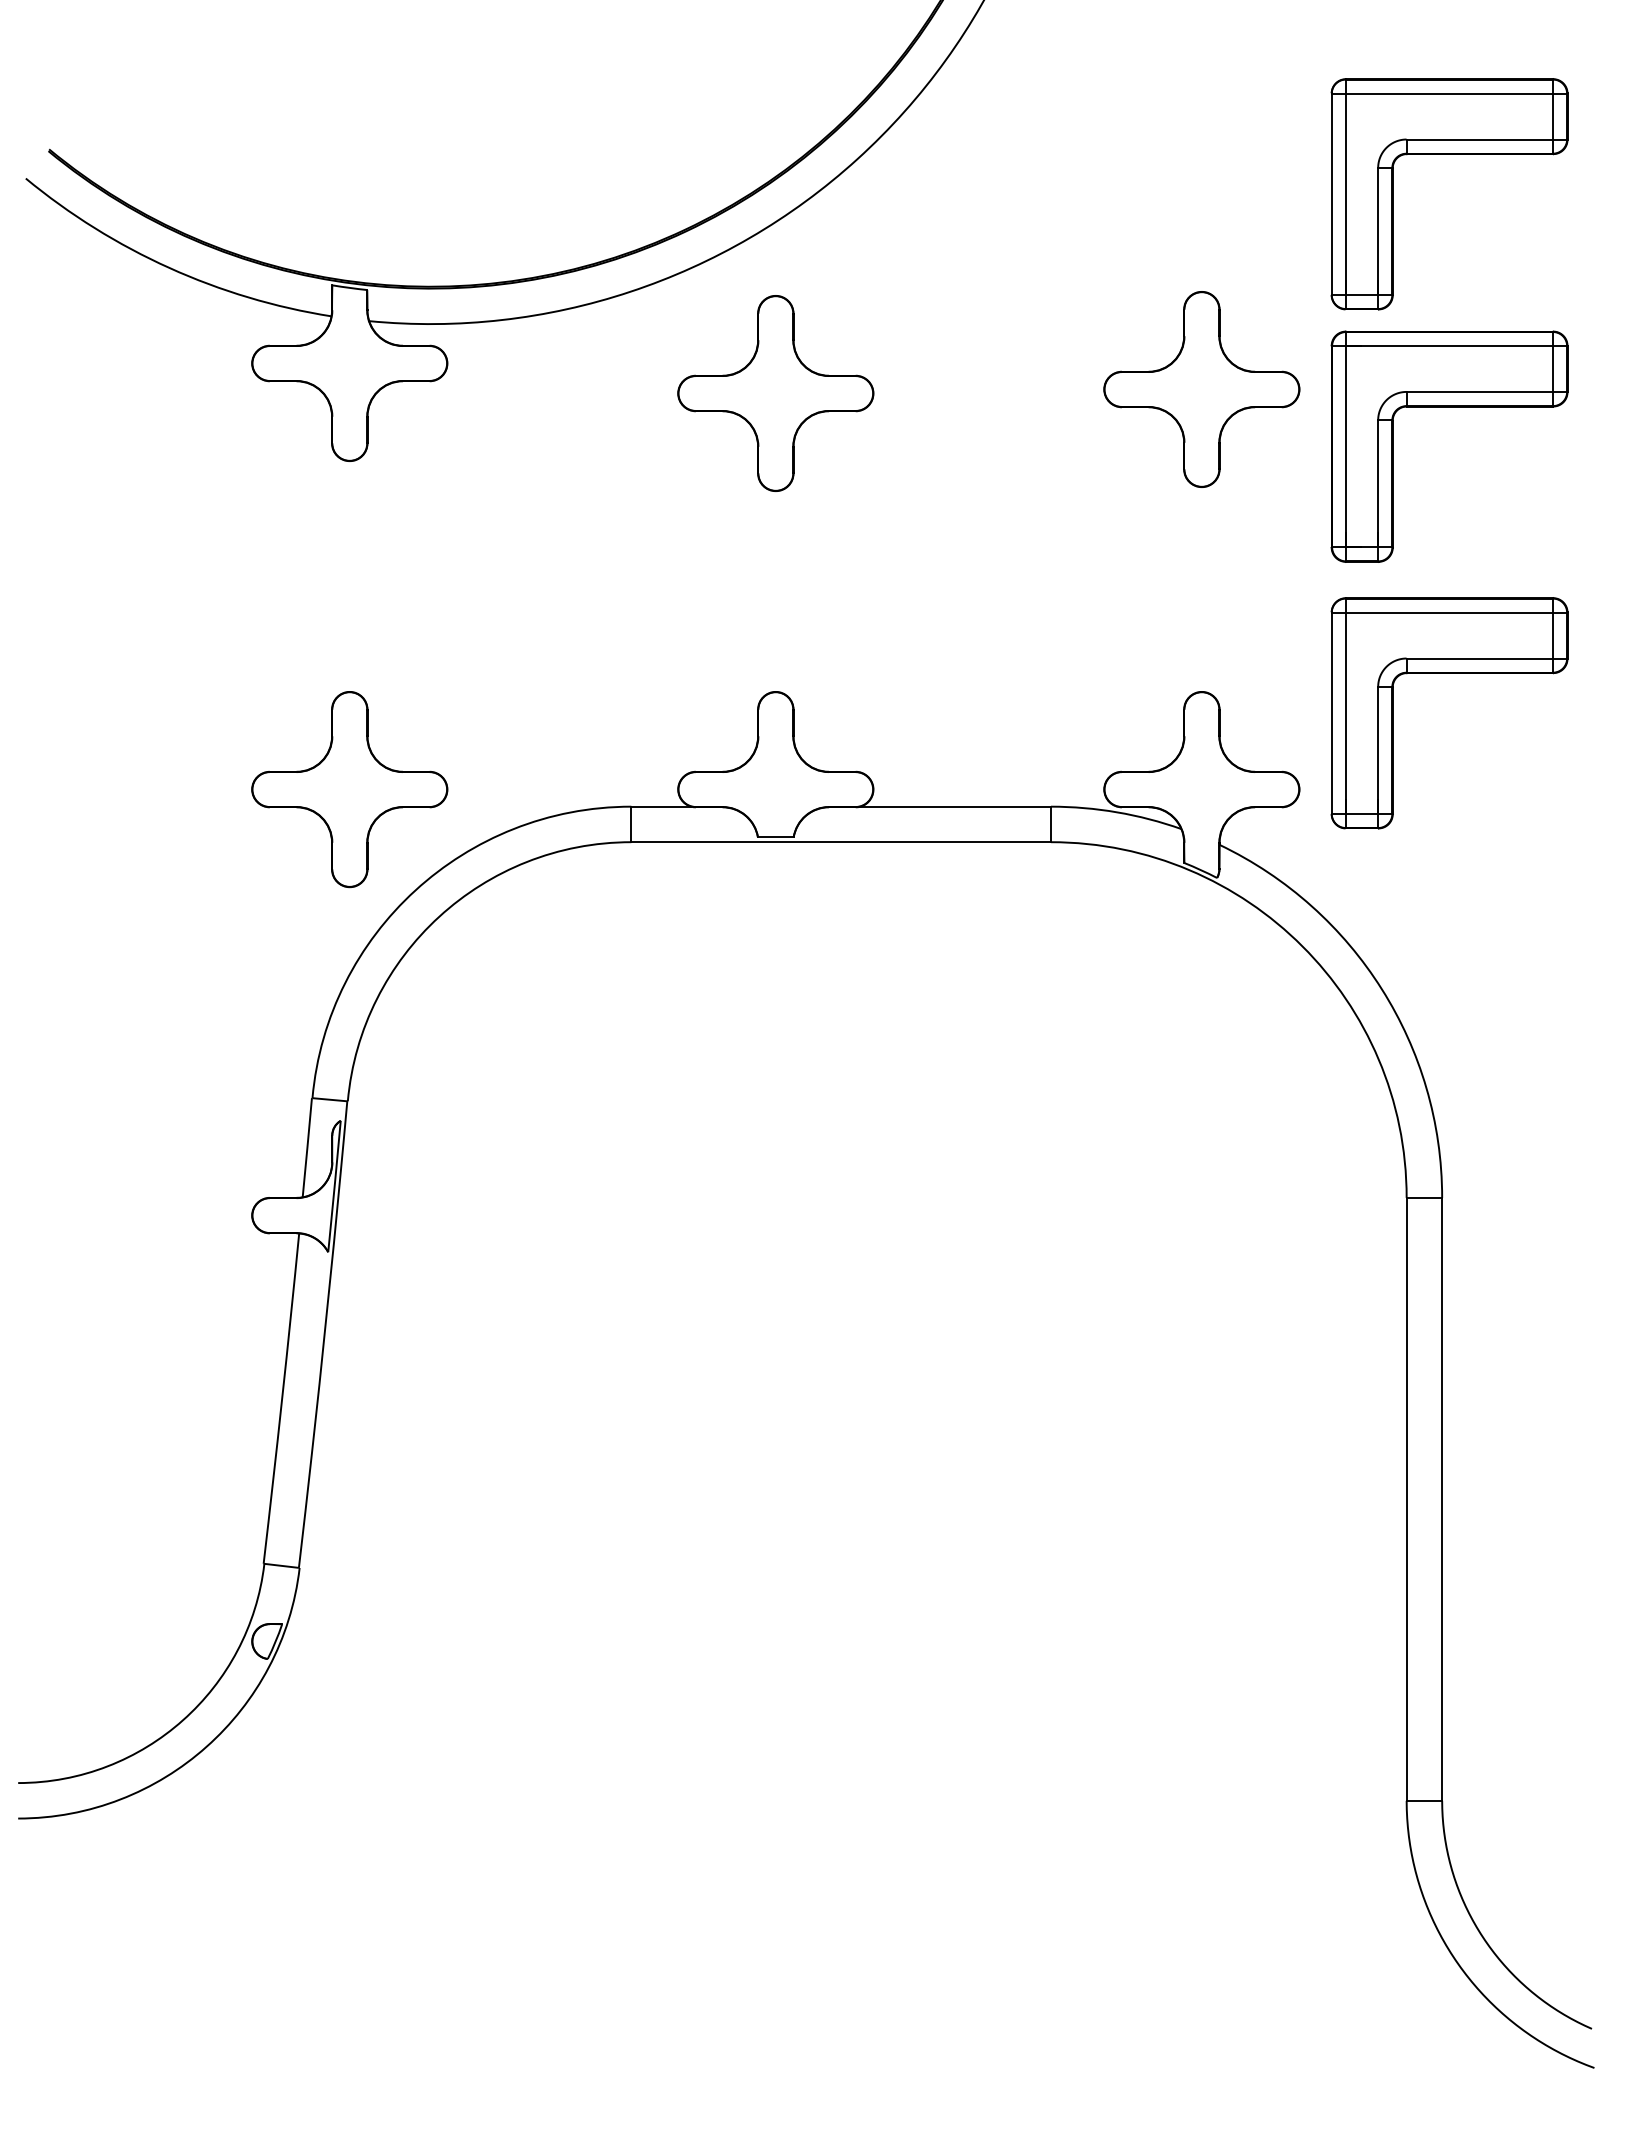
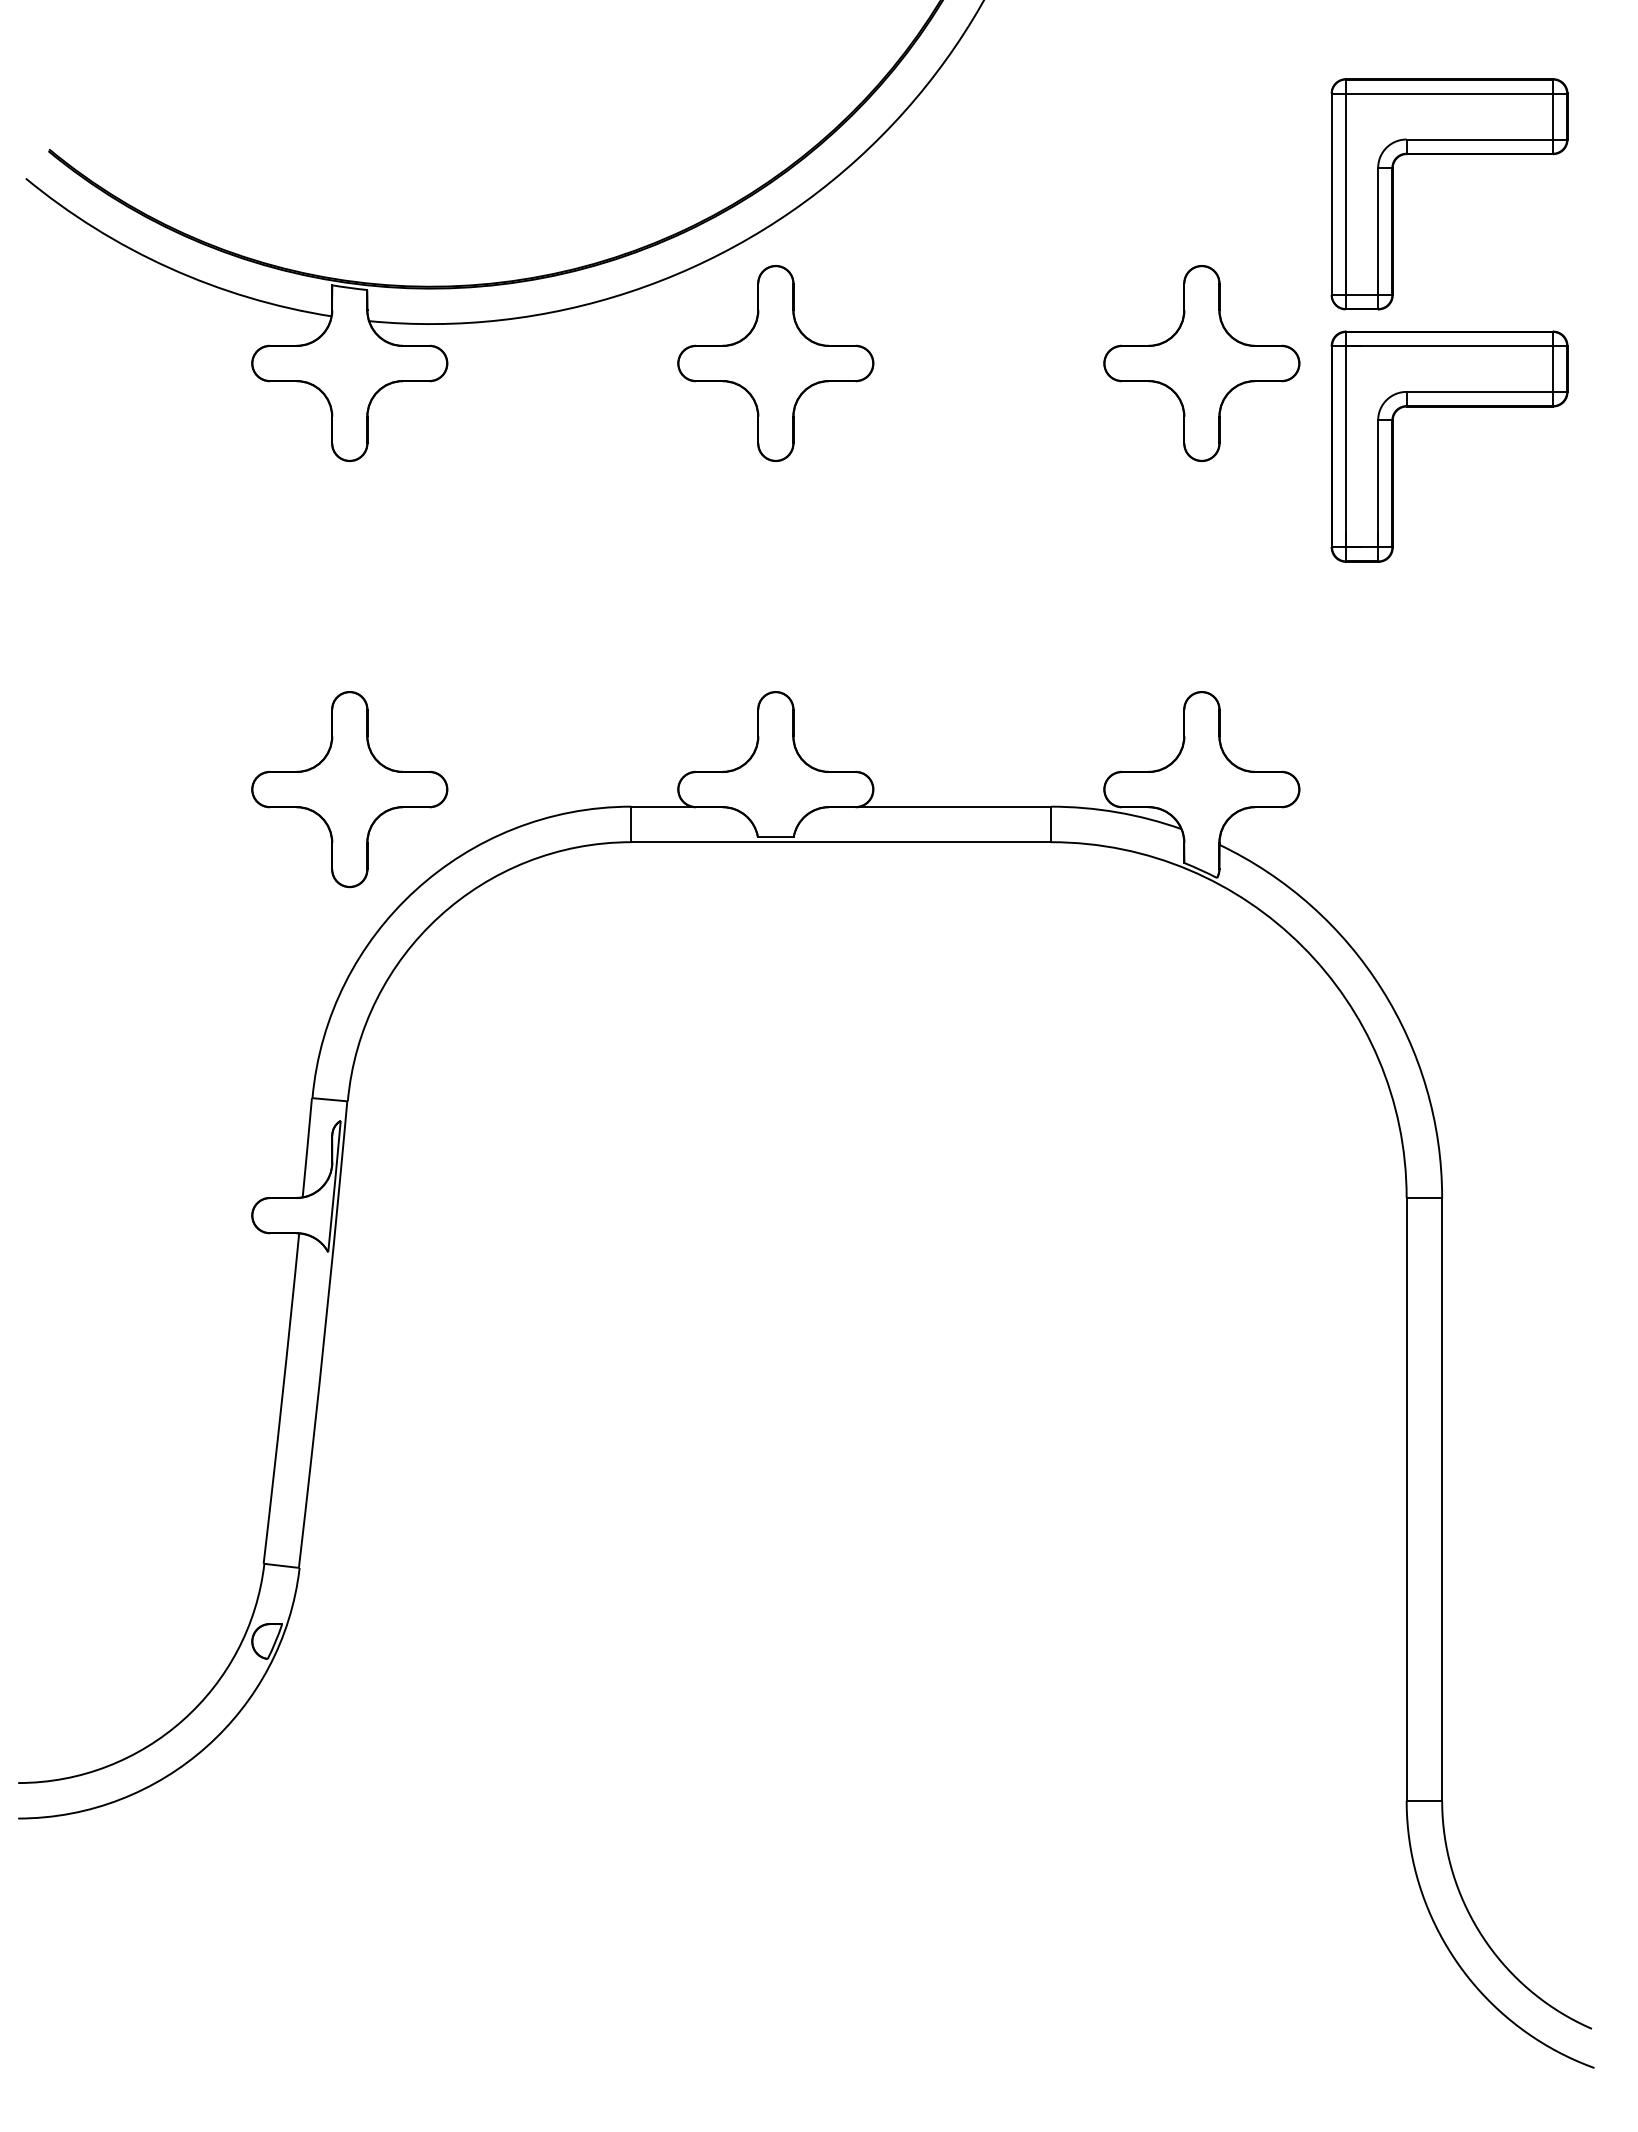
part at (1201, 389) position: (1201, 389) -> (1201, 363)
part at (775, 393) position: (775, 393) -> (775, 363)
part at (1449, 673): present -> none
